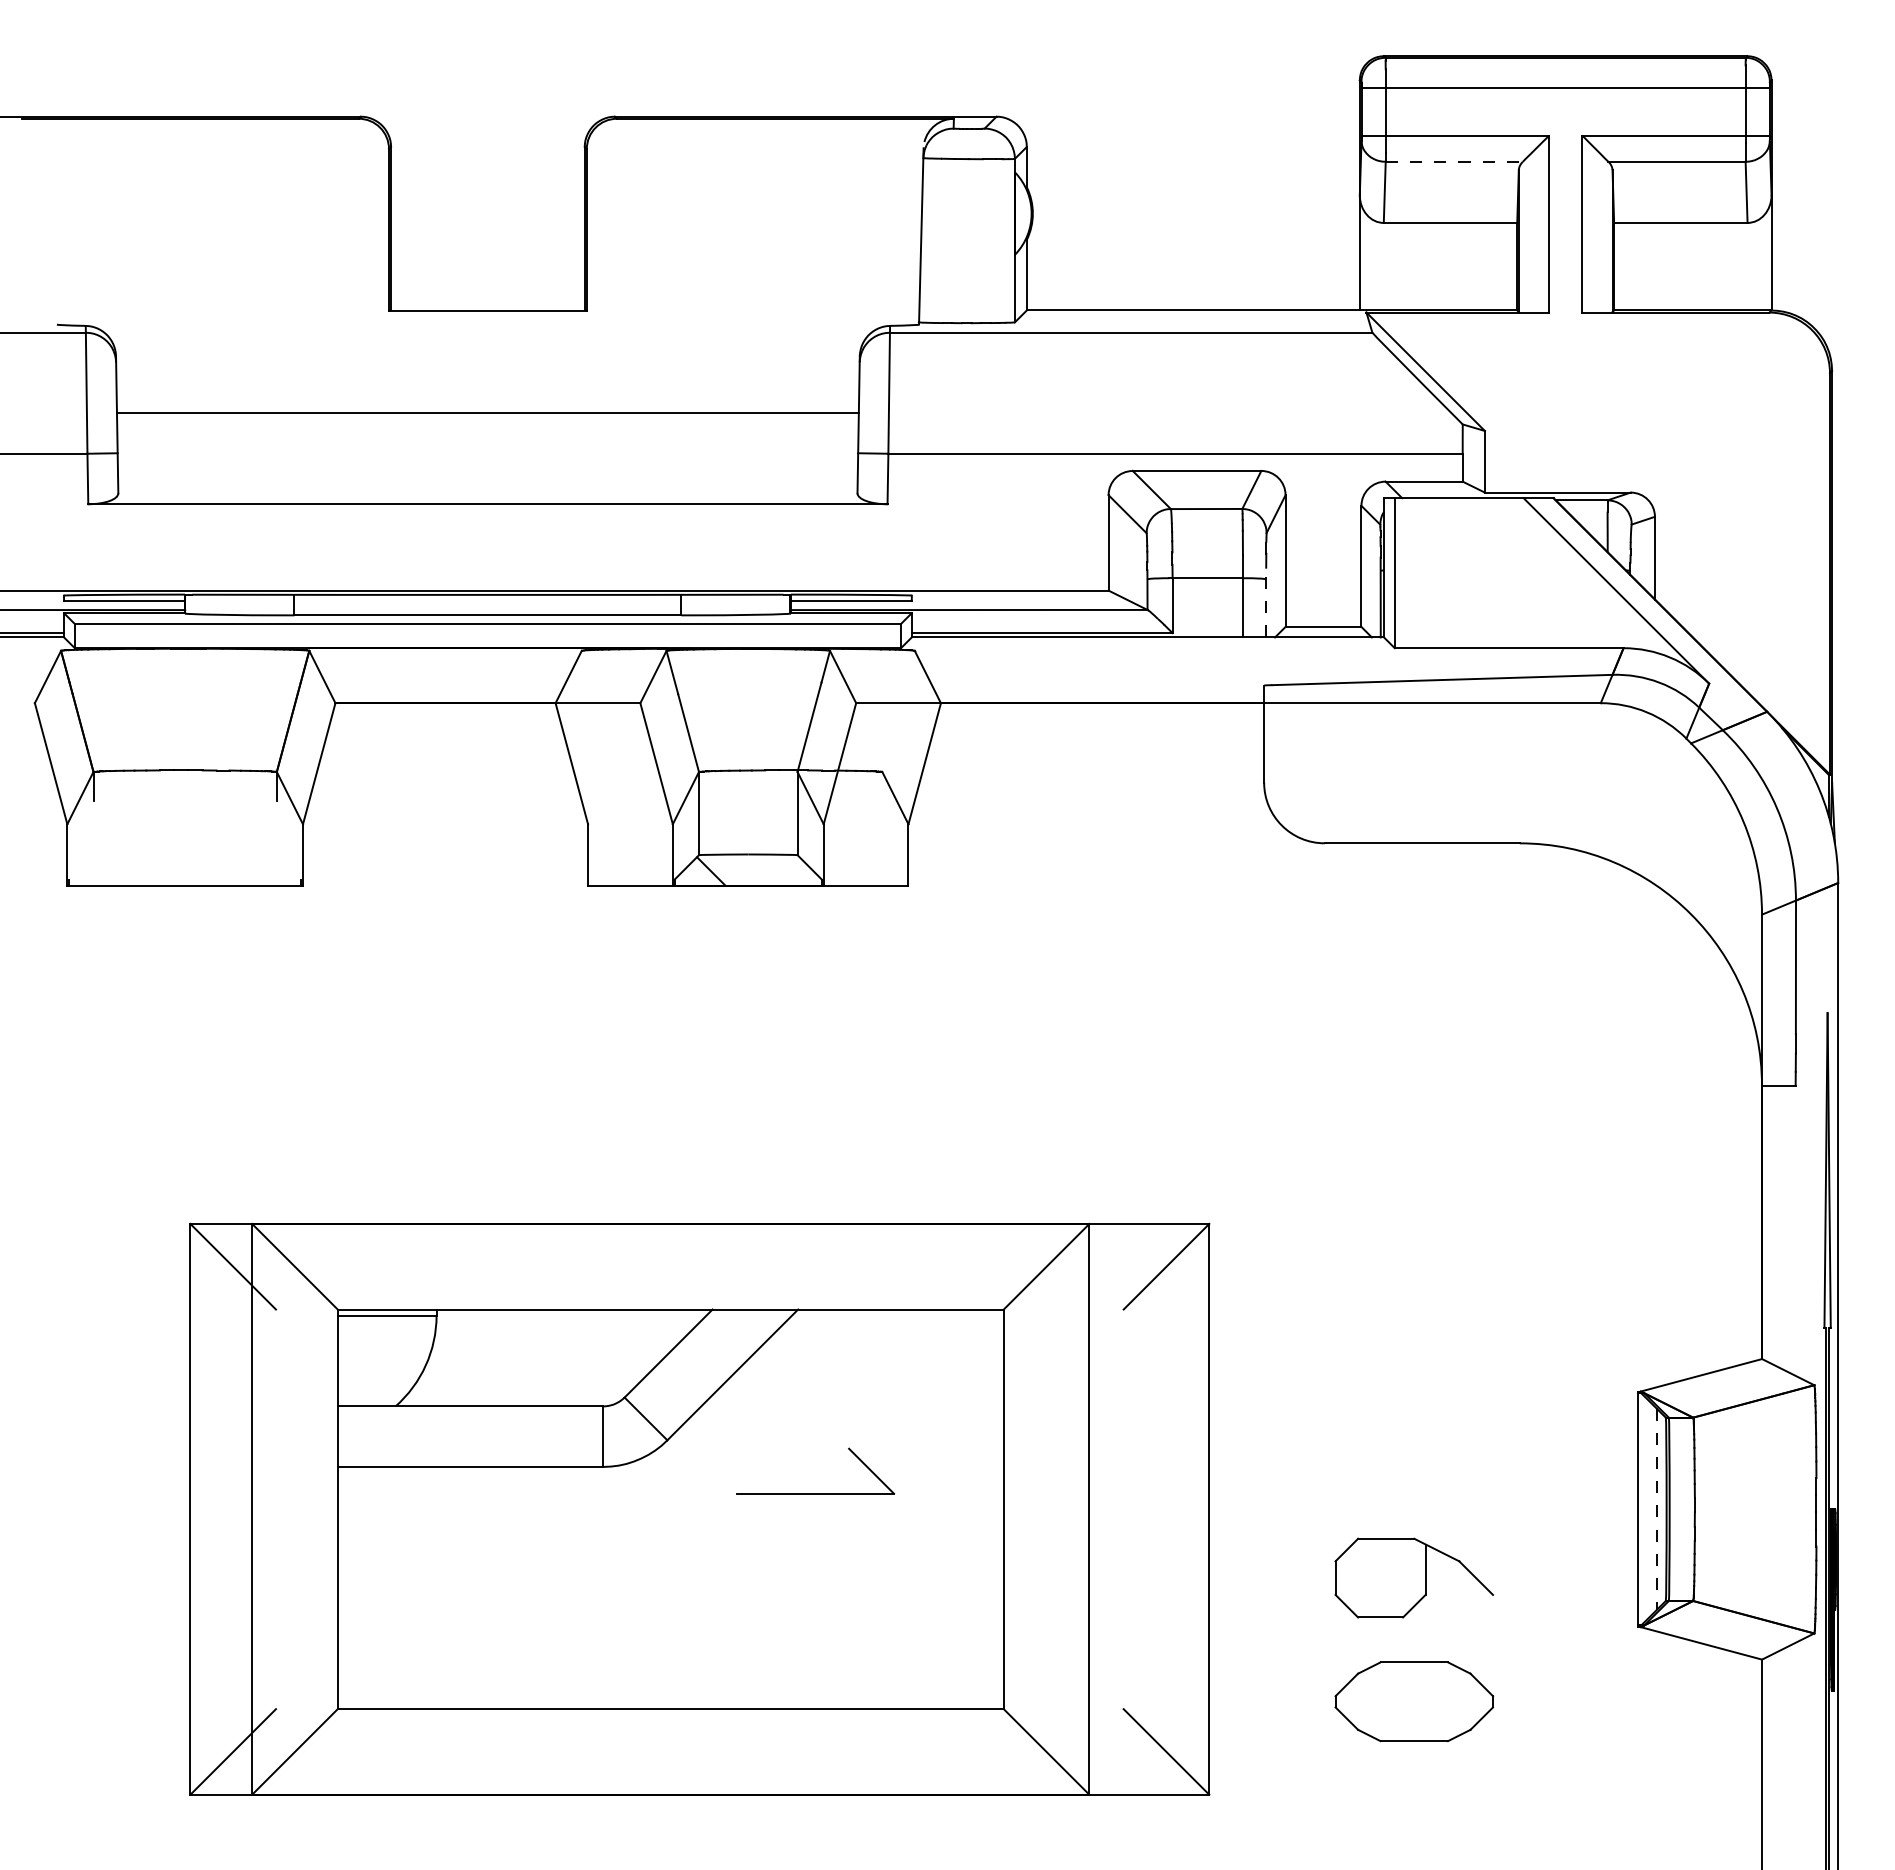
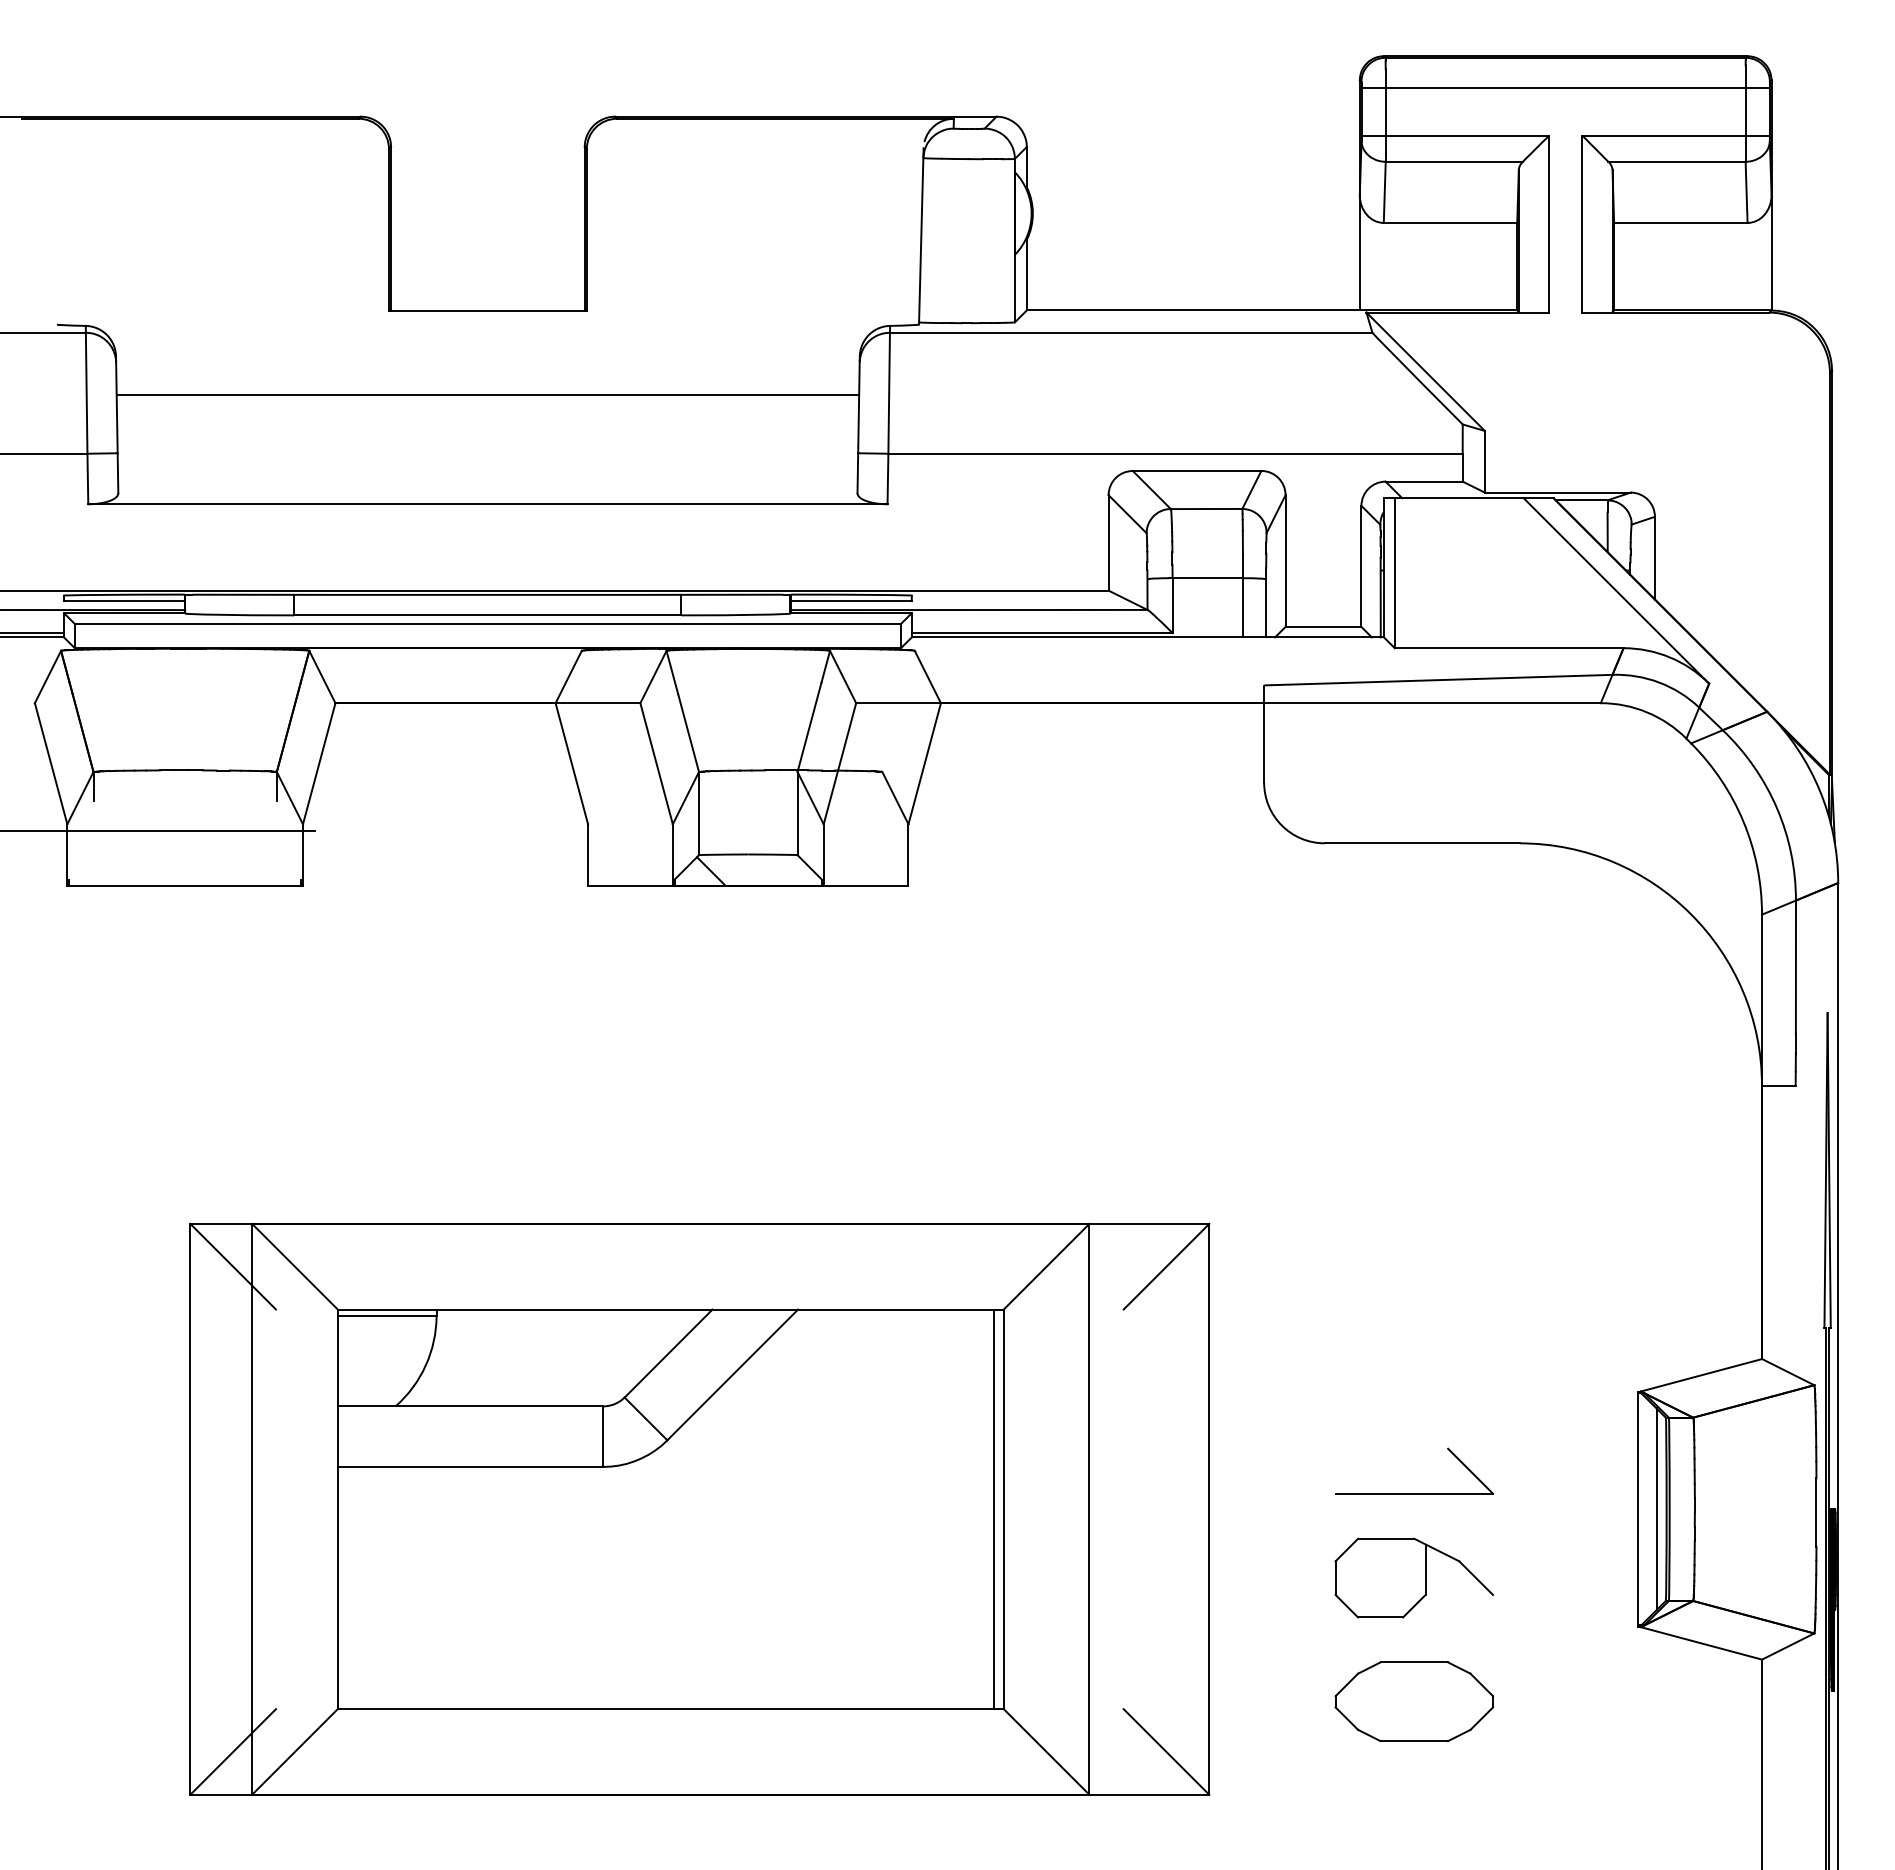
line at (1454, 161): dashed -> solid
line at (487, 413) position: (487, 413) -> (487, 395)
line at (1266, 602): dashed -> solid
line at (158, 831): none -> present
part at (815, 1493) position: (815, 1493) -> (1414, 1493)
line at (993, 1509): none -> present
line at (1656, 1509): dashed -> solid
